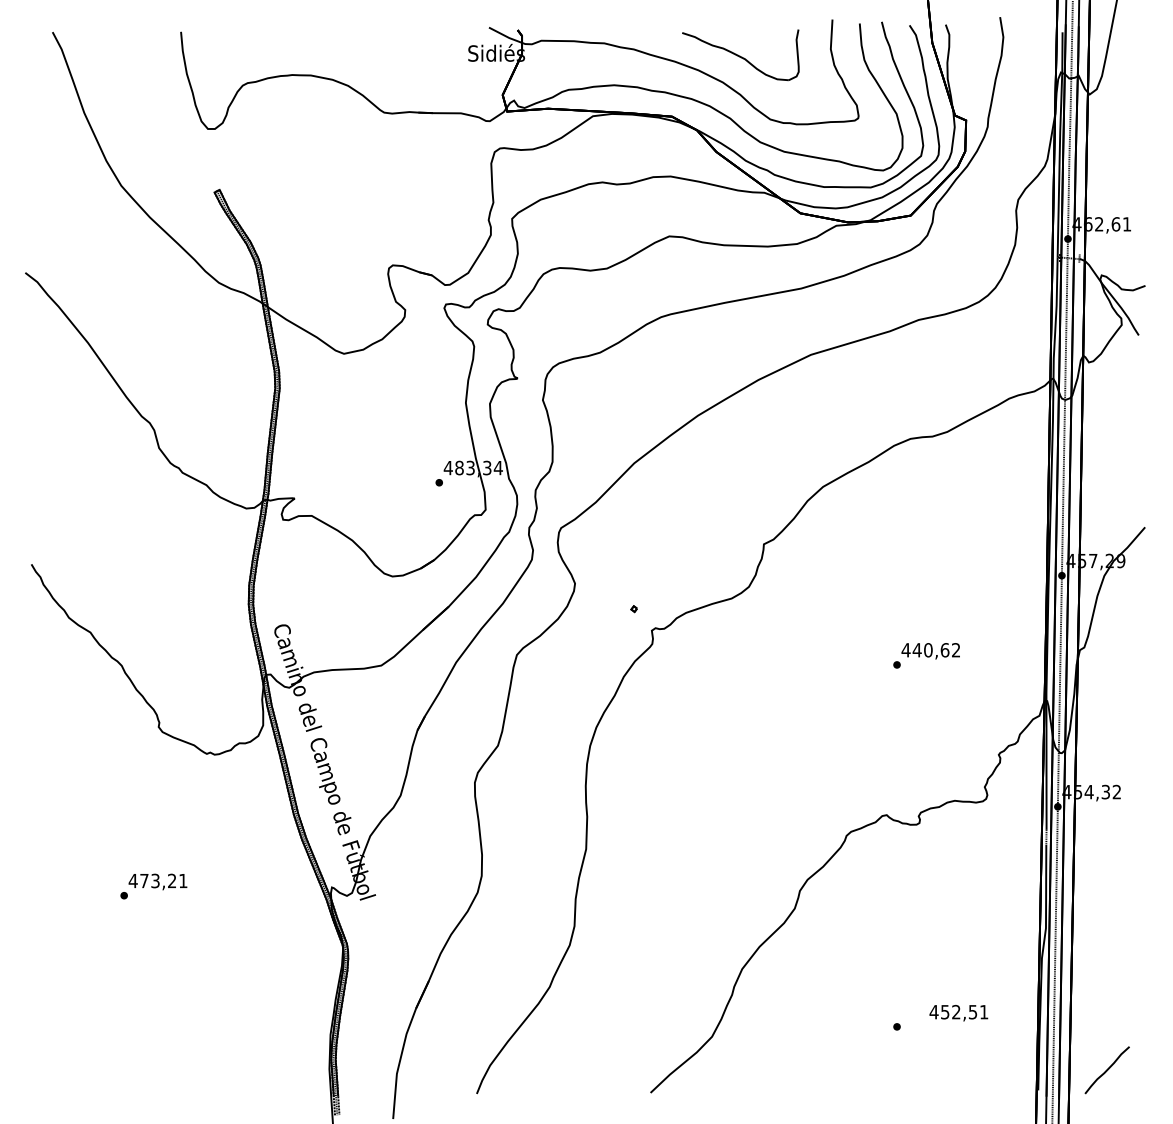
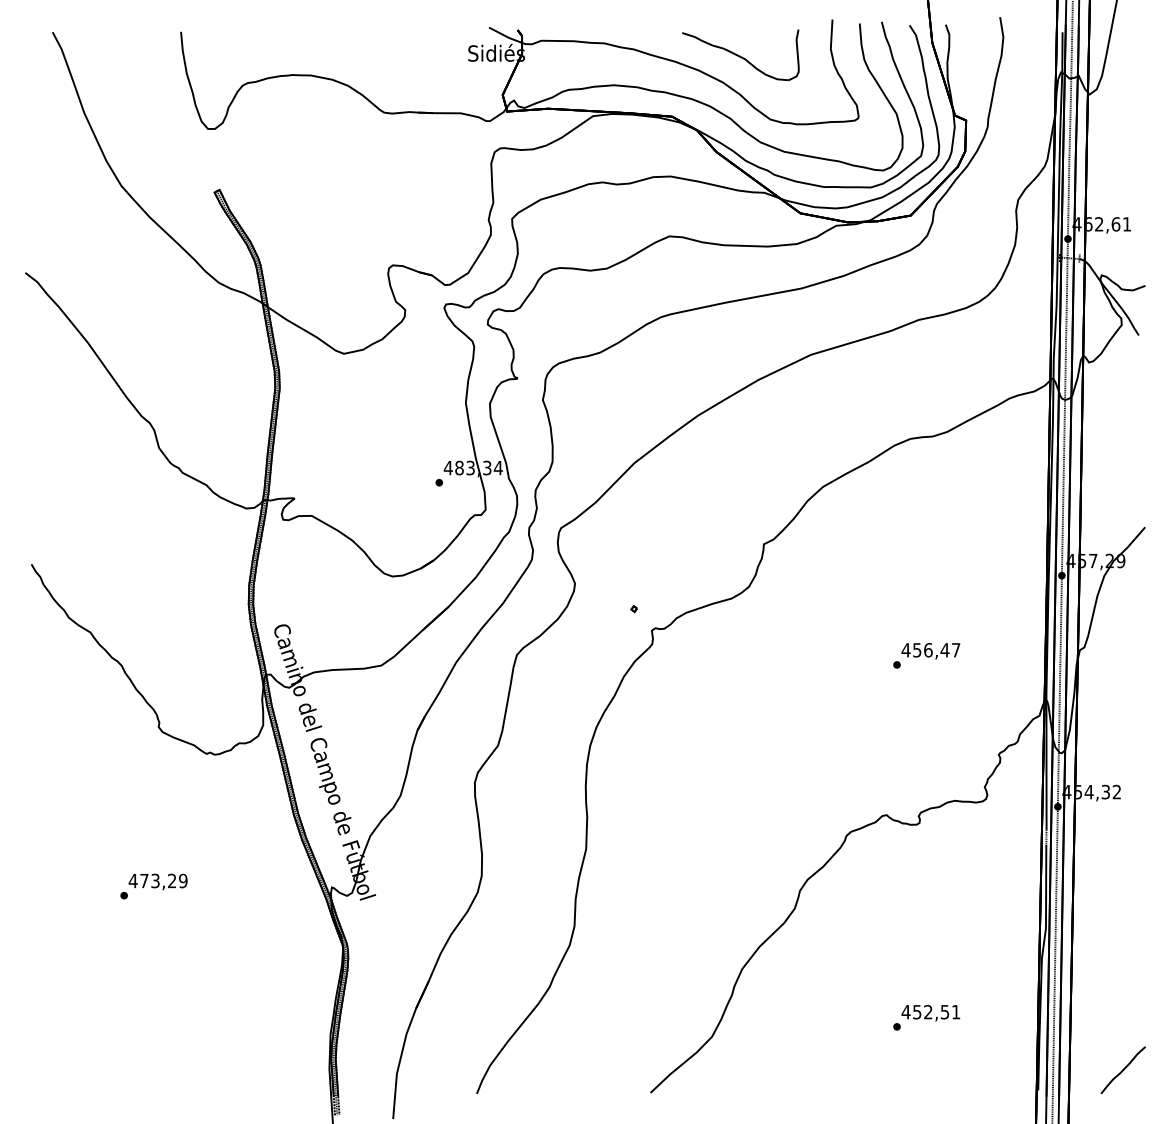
text at (936, 650): 440,62 -> 456,47
text at (183, 880): 473,21 -> 473,29
text at (958, 1013) position: (958, 1013) -> (930, 1013)
curve at (1106, 1070) position: (1106, 1070) -> (1122, 1070)
